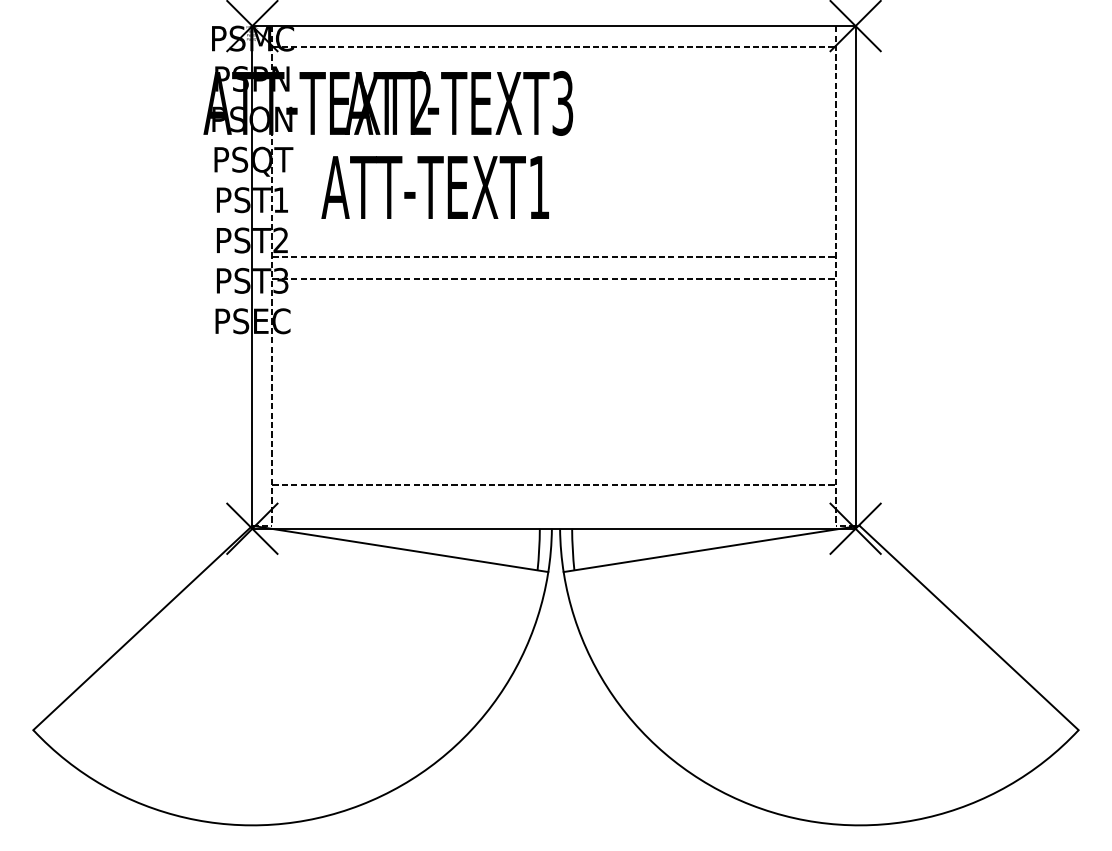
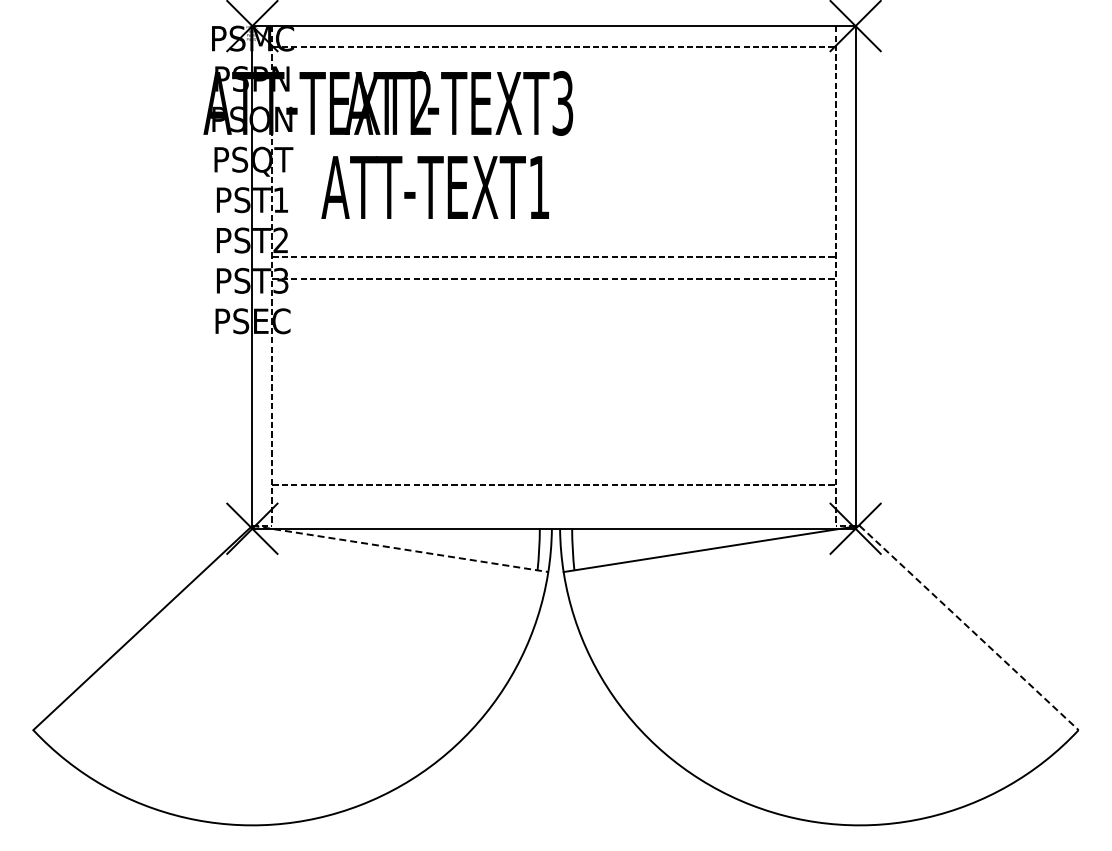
line at (400, 548): solid -> dashed
line at (969, 627): solid -> dashed
